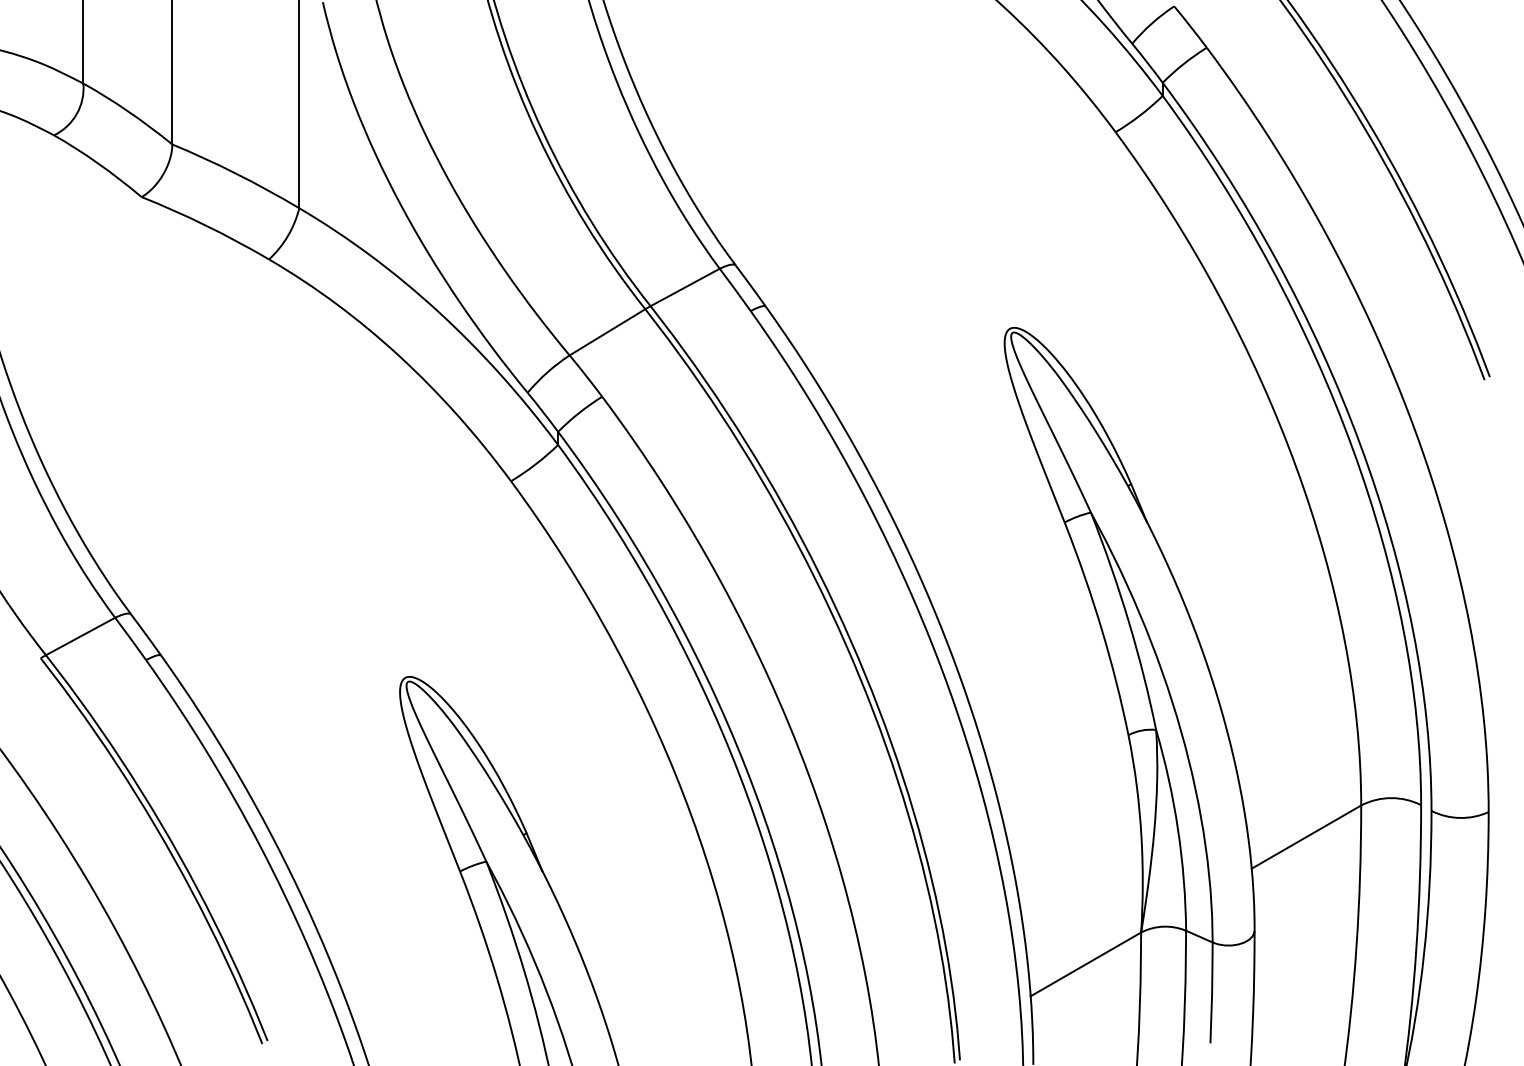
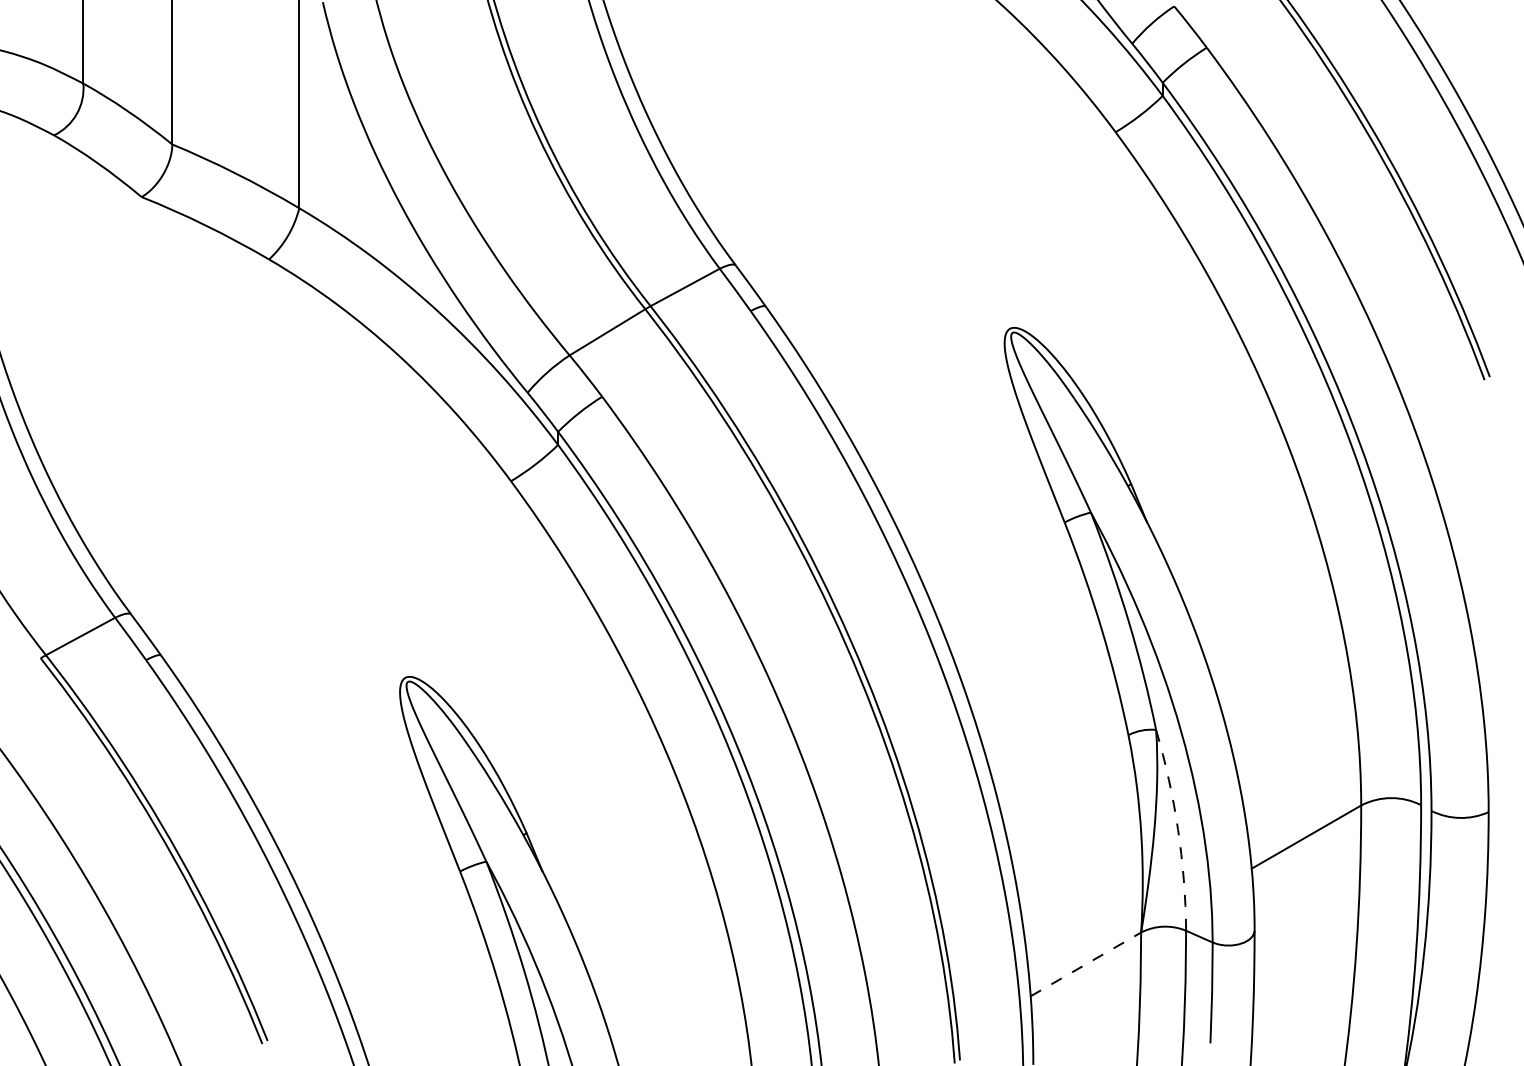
arc at (1178, 829): solid -> dashed
line at (1085, 964): solid -> dashed
